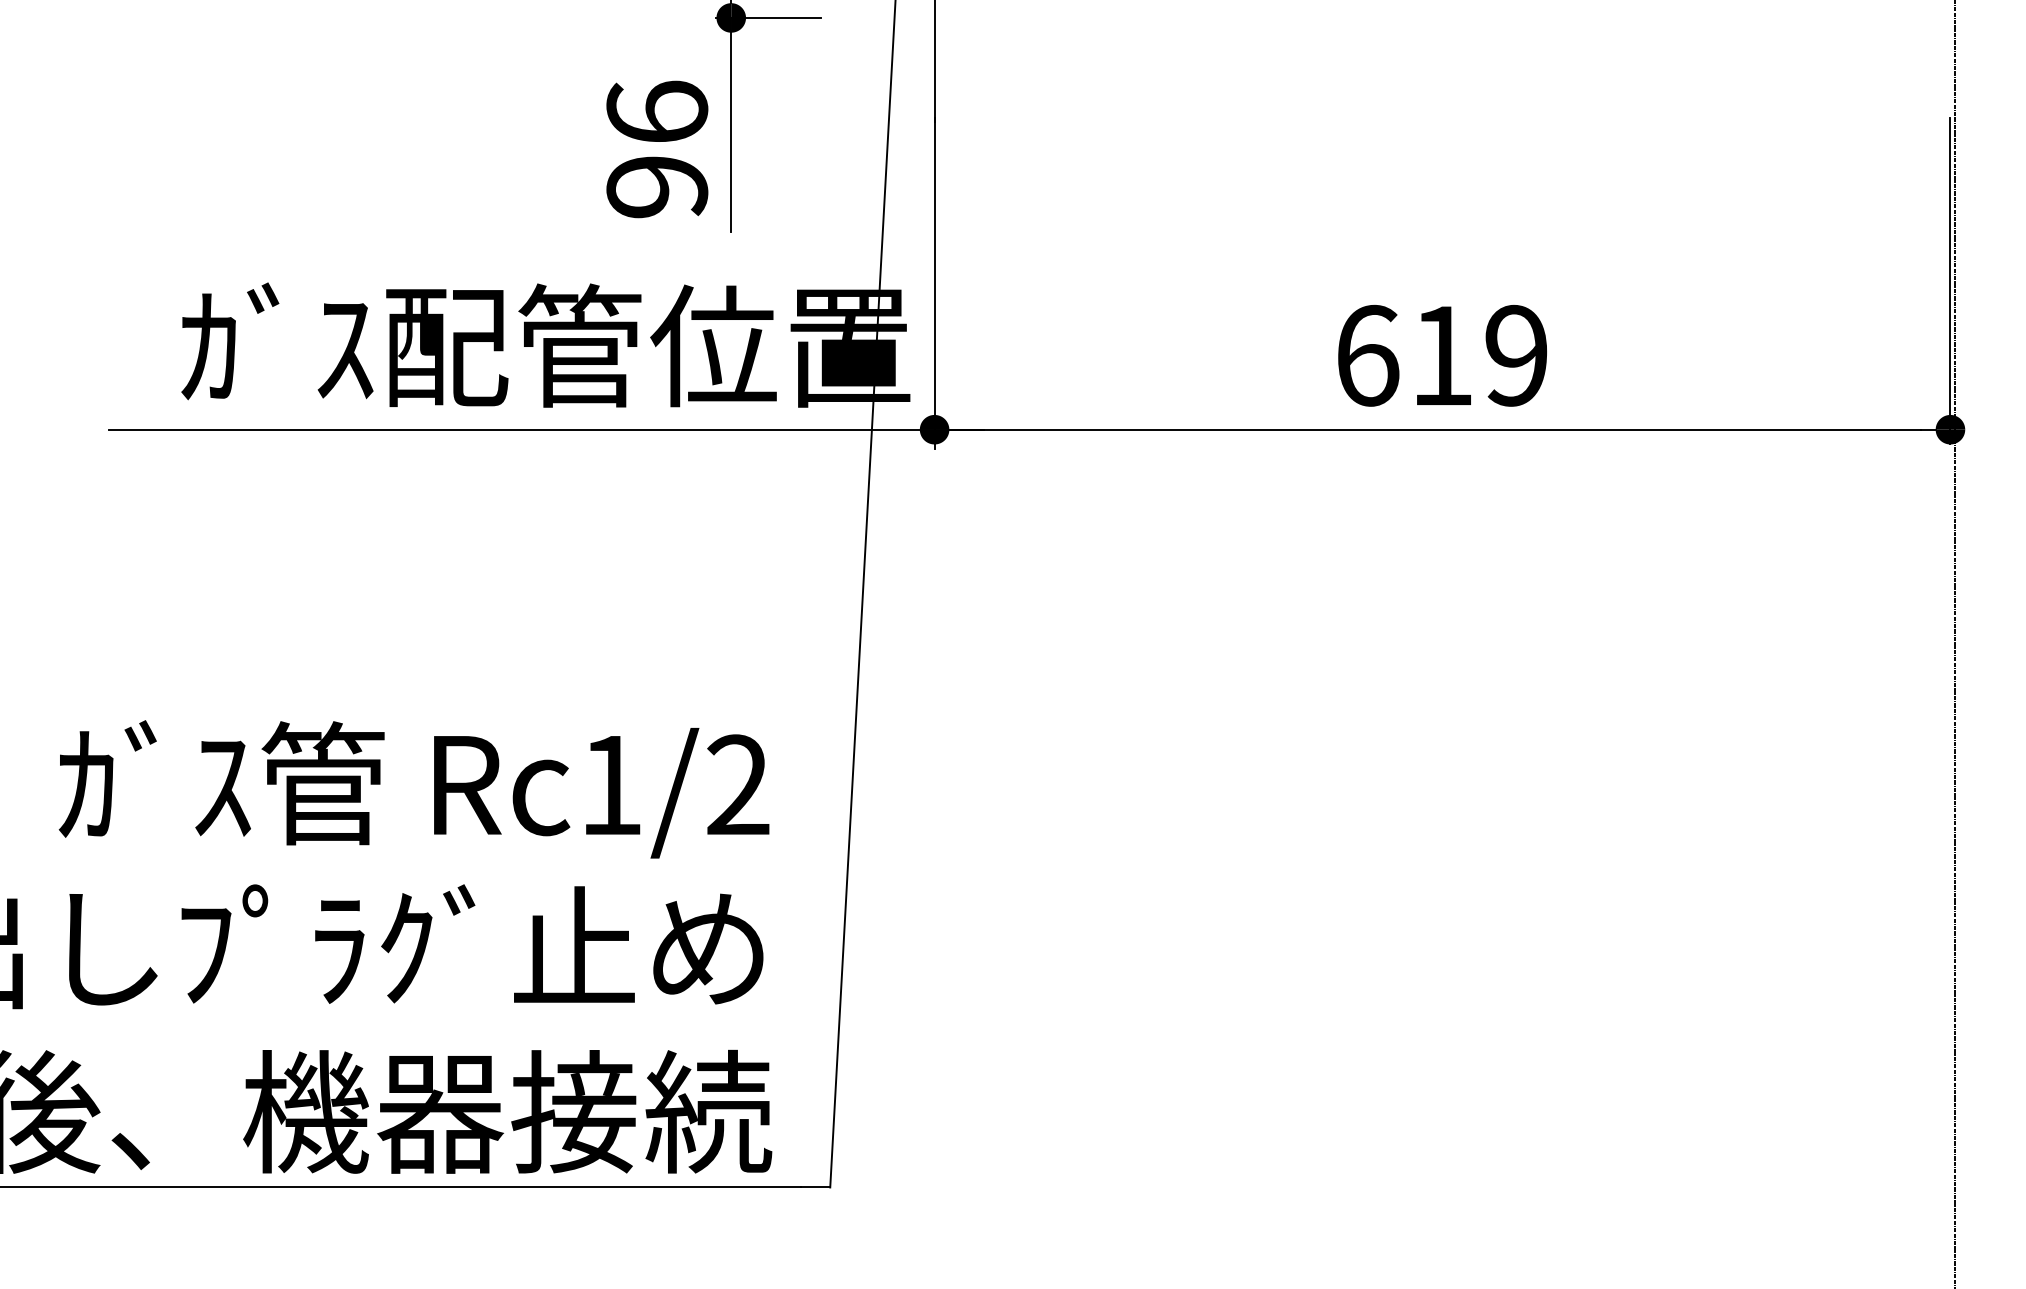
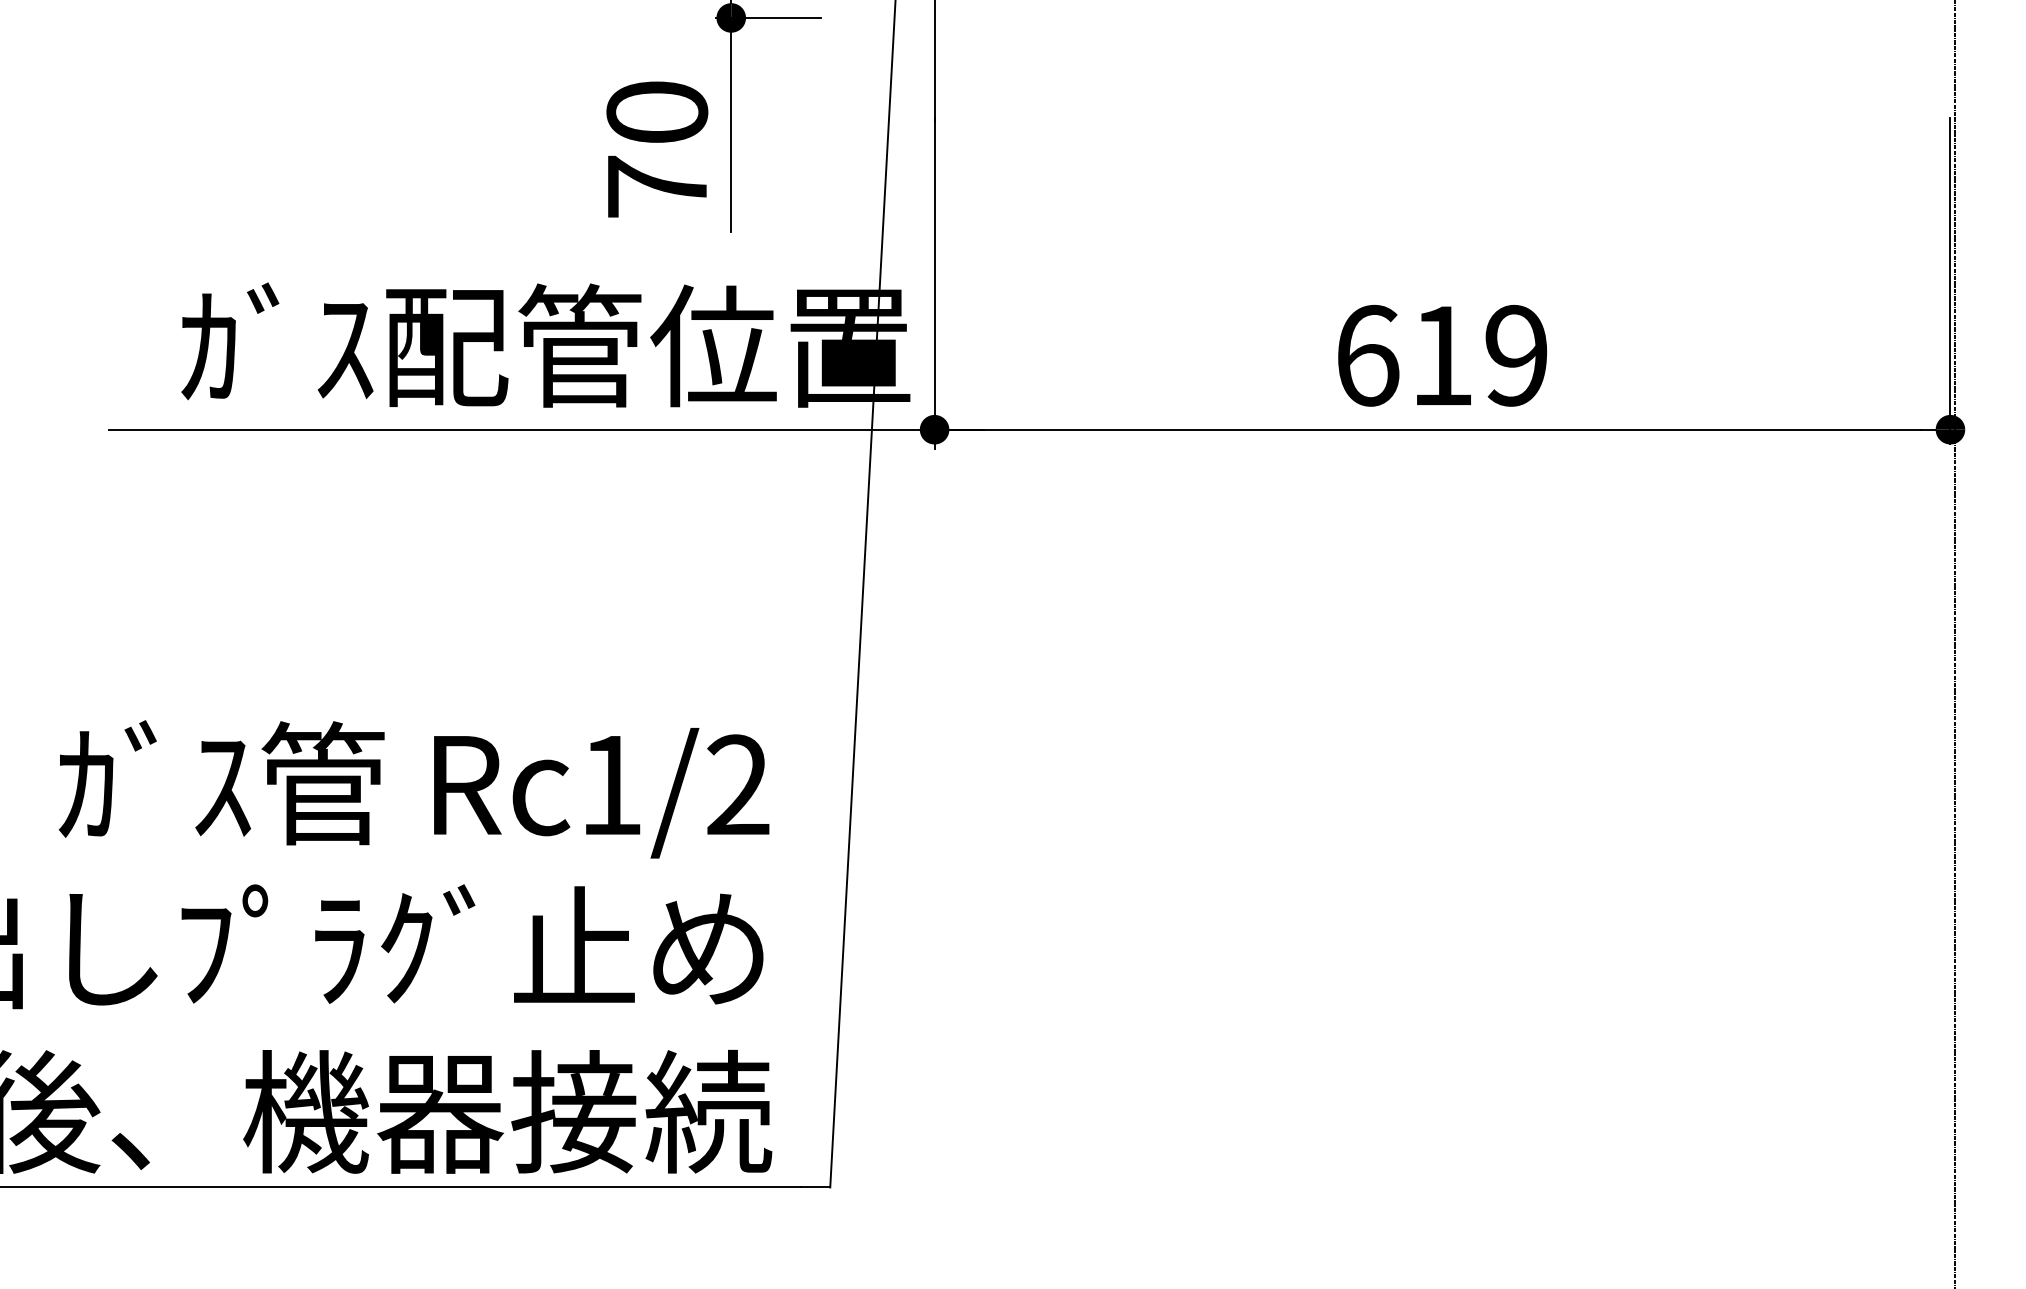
text at (657, 149): 96 -> 70
